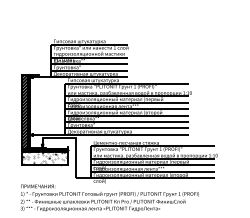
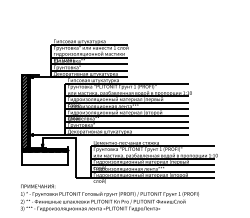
hatch at (44, 157): present -> none
